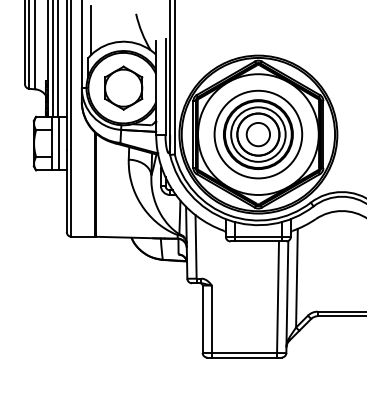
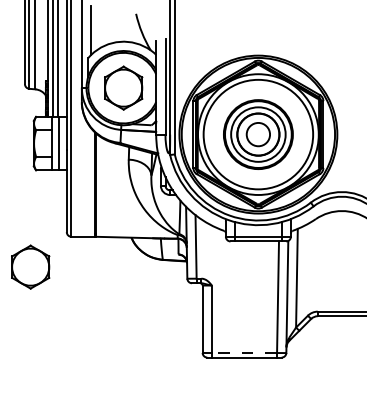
circle at (258, 134) diameter: 88 px -> 110 px
part at (30, 266): none -> present
line at (244, 353): solid -> dashed
